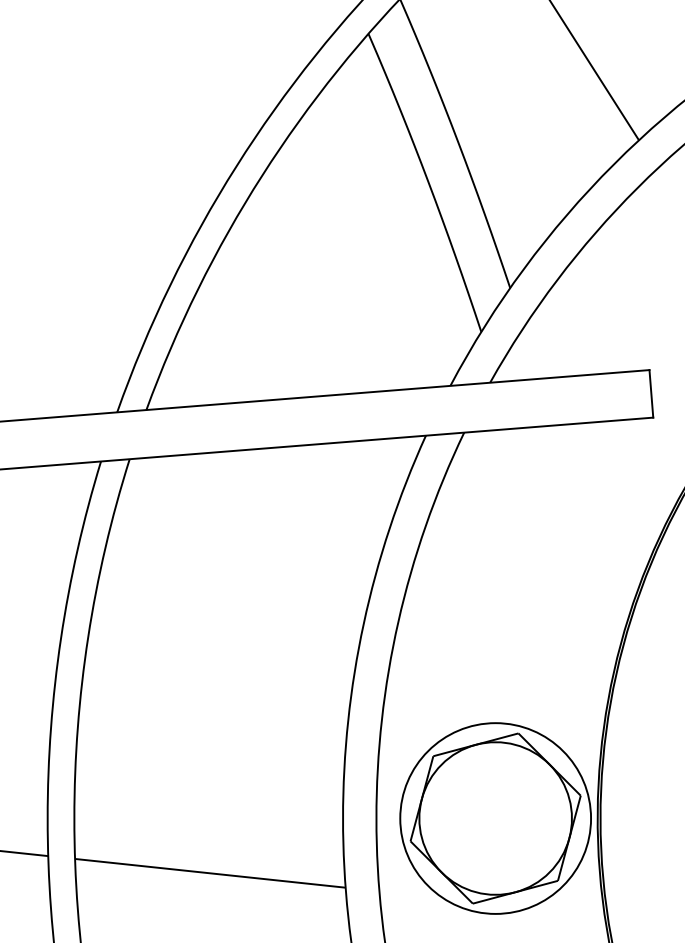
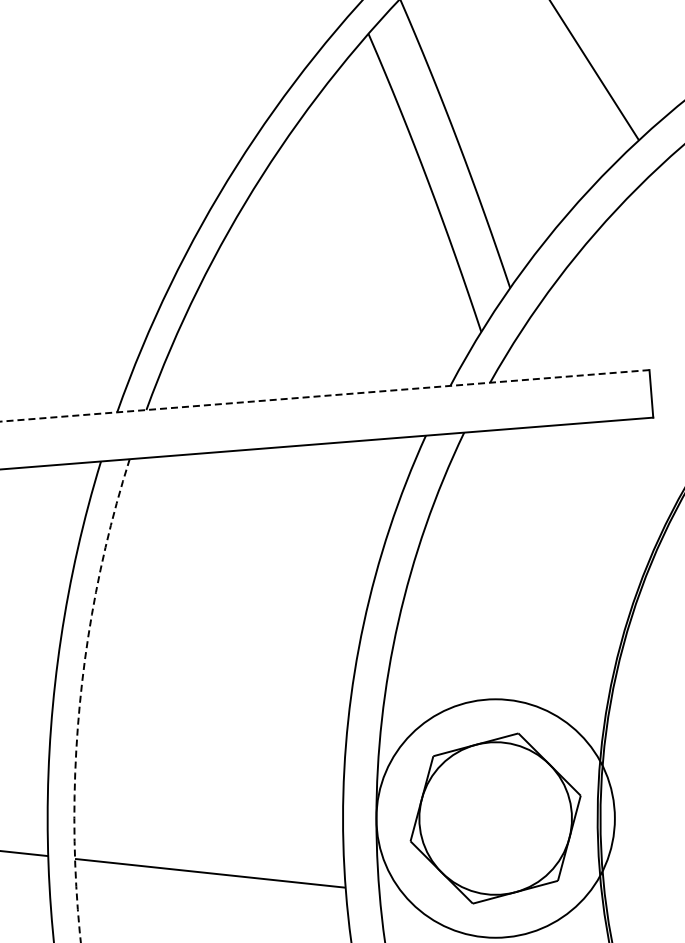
line at (324, 395): solid -> dashed
arc at (80, 699): solid -> dashed
circle at (495, 818) diameter: 191 px -> 238 px
